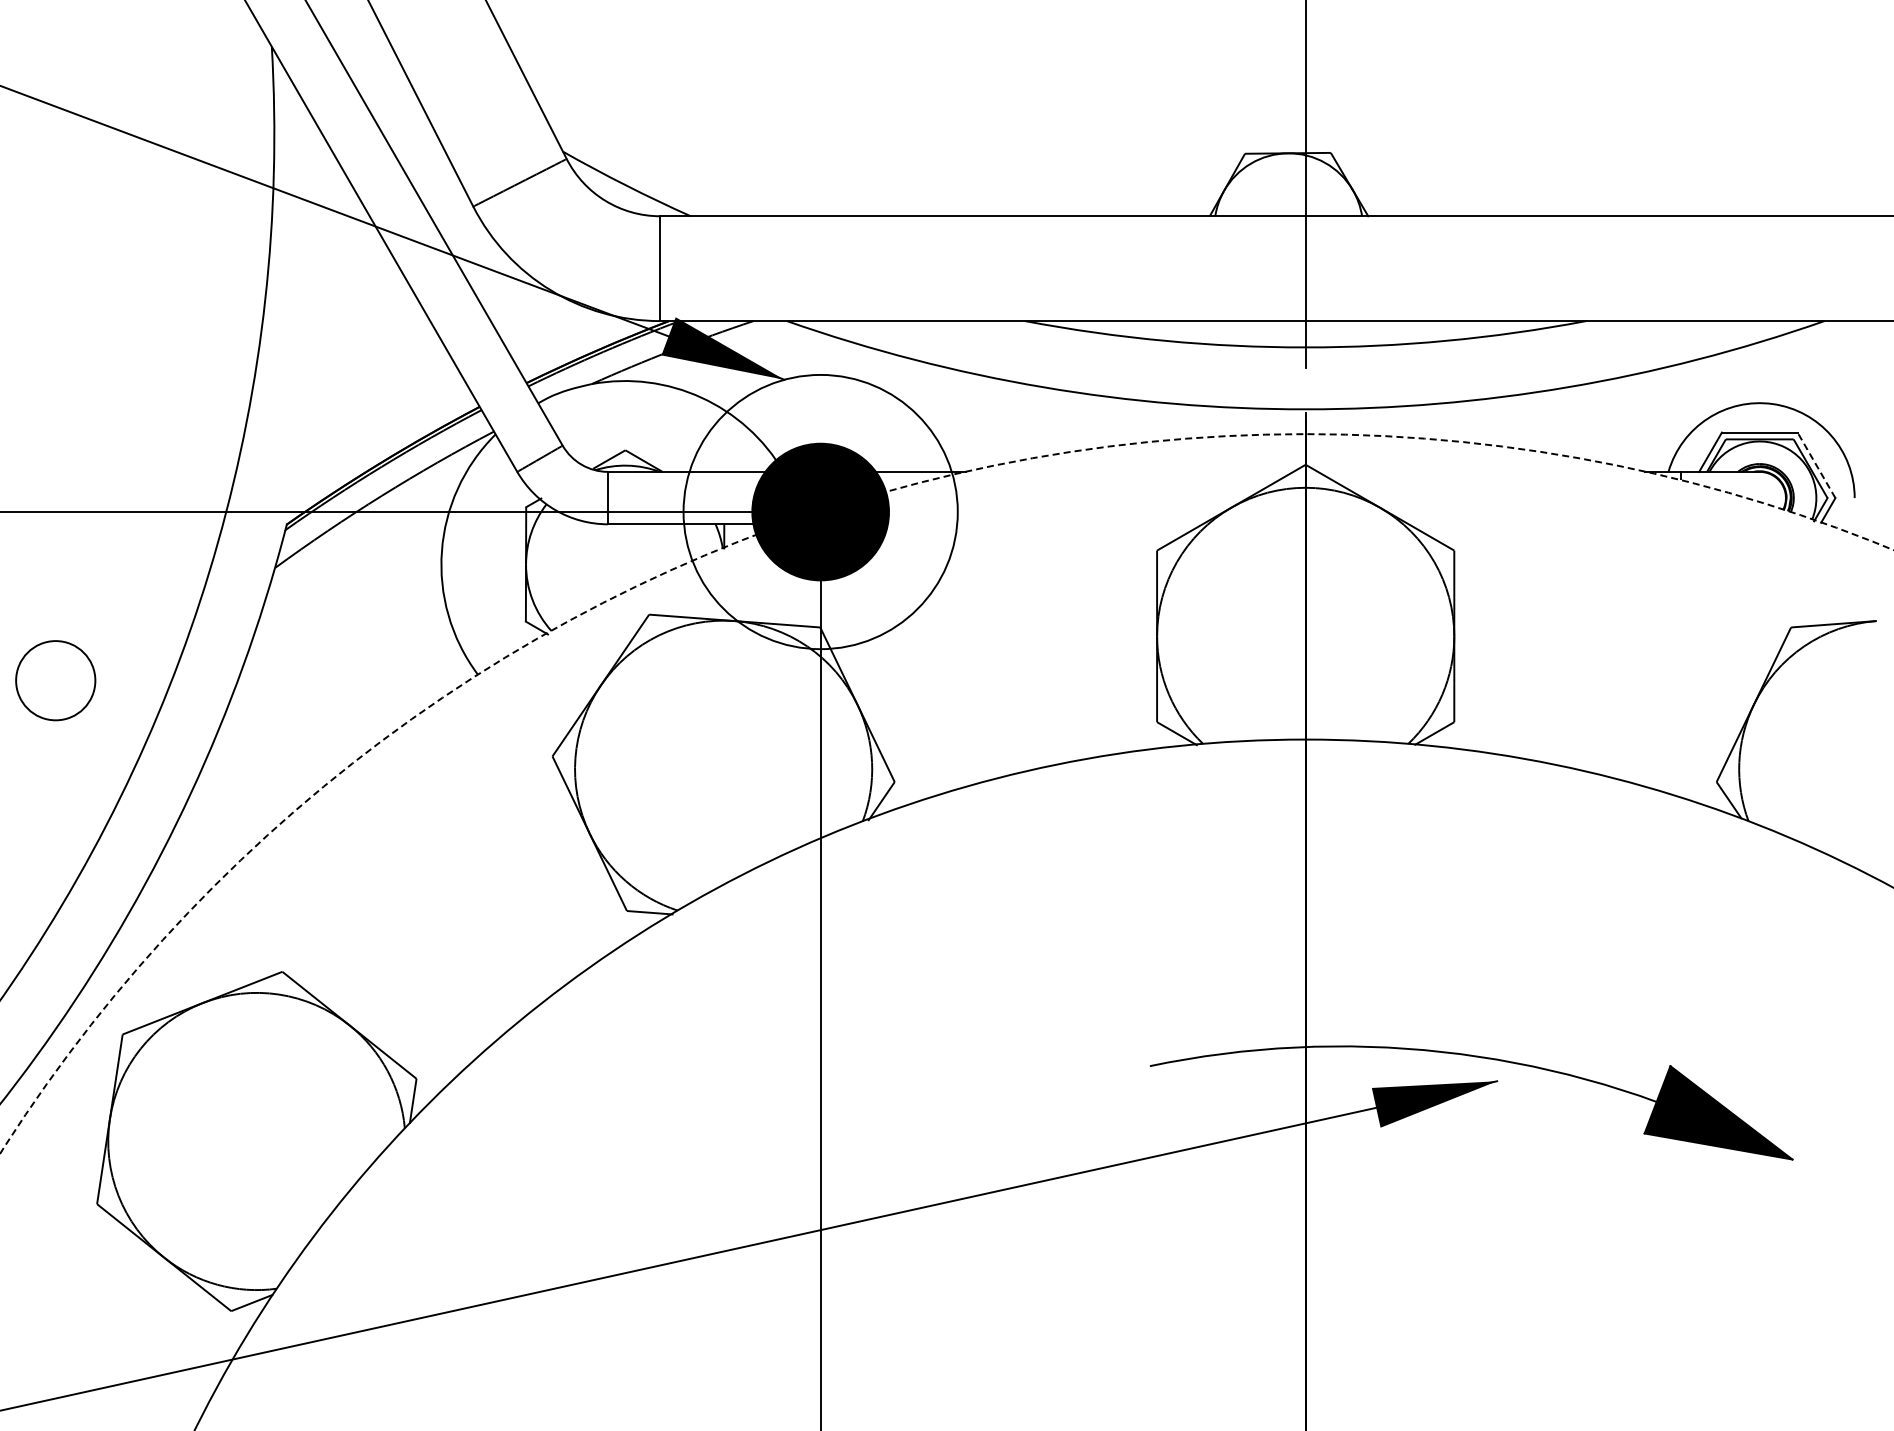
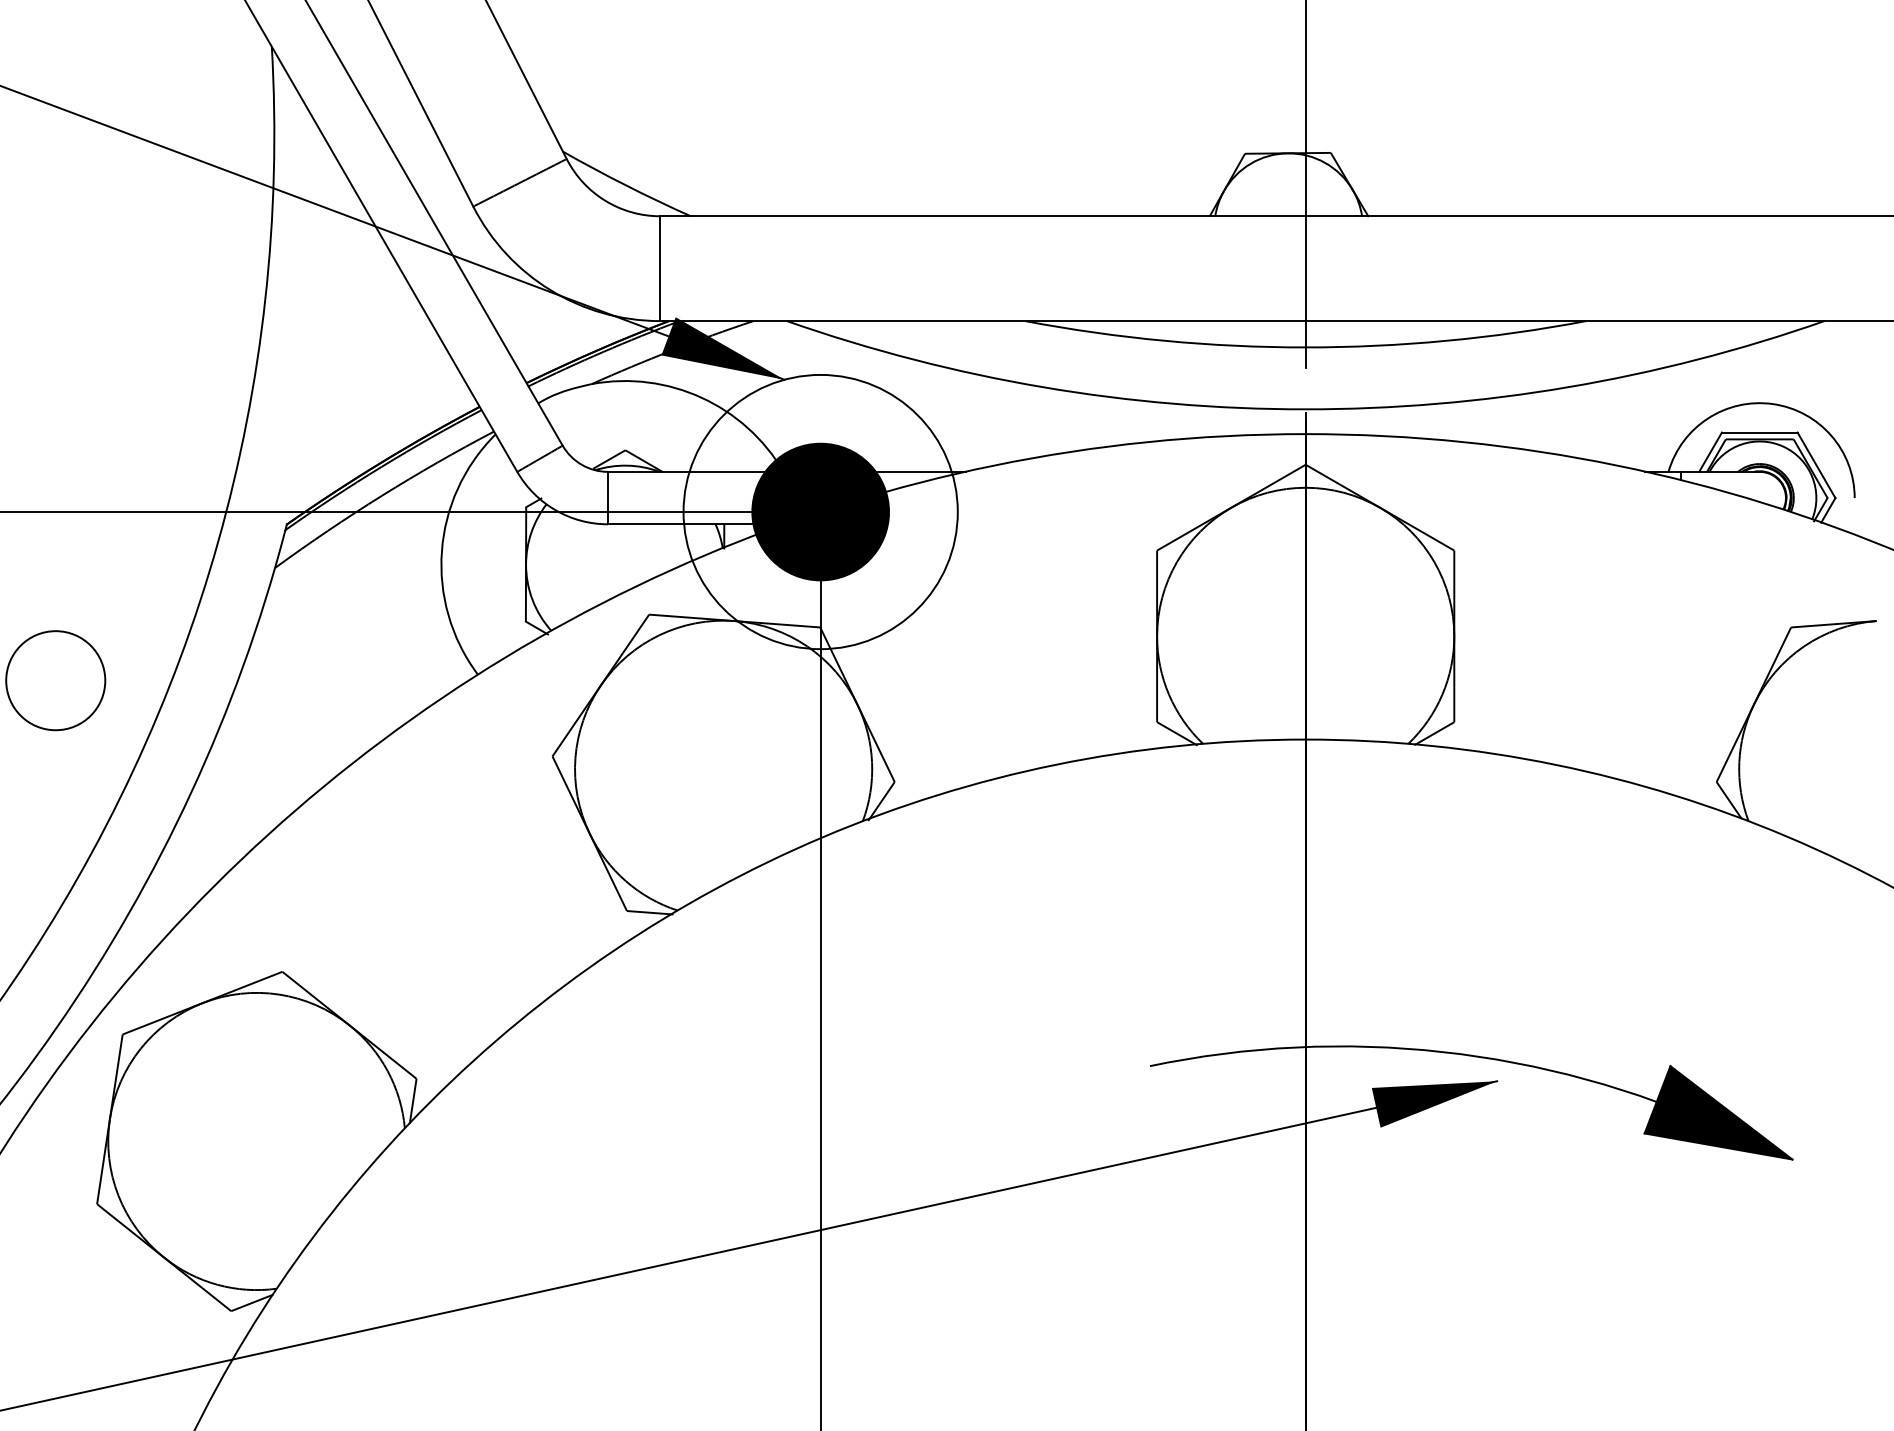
line at (1816, 465): dashed -> solid
circle at (55, 680) diameter: 79 px -> 99 px
circle at (946, 793): dashed -> solid
